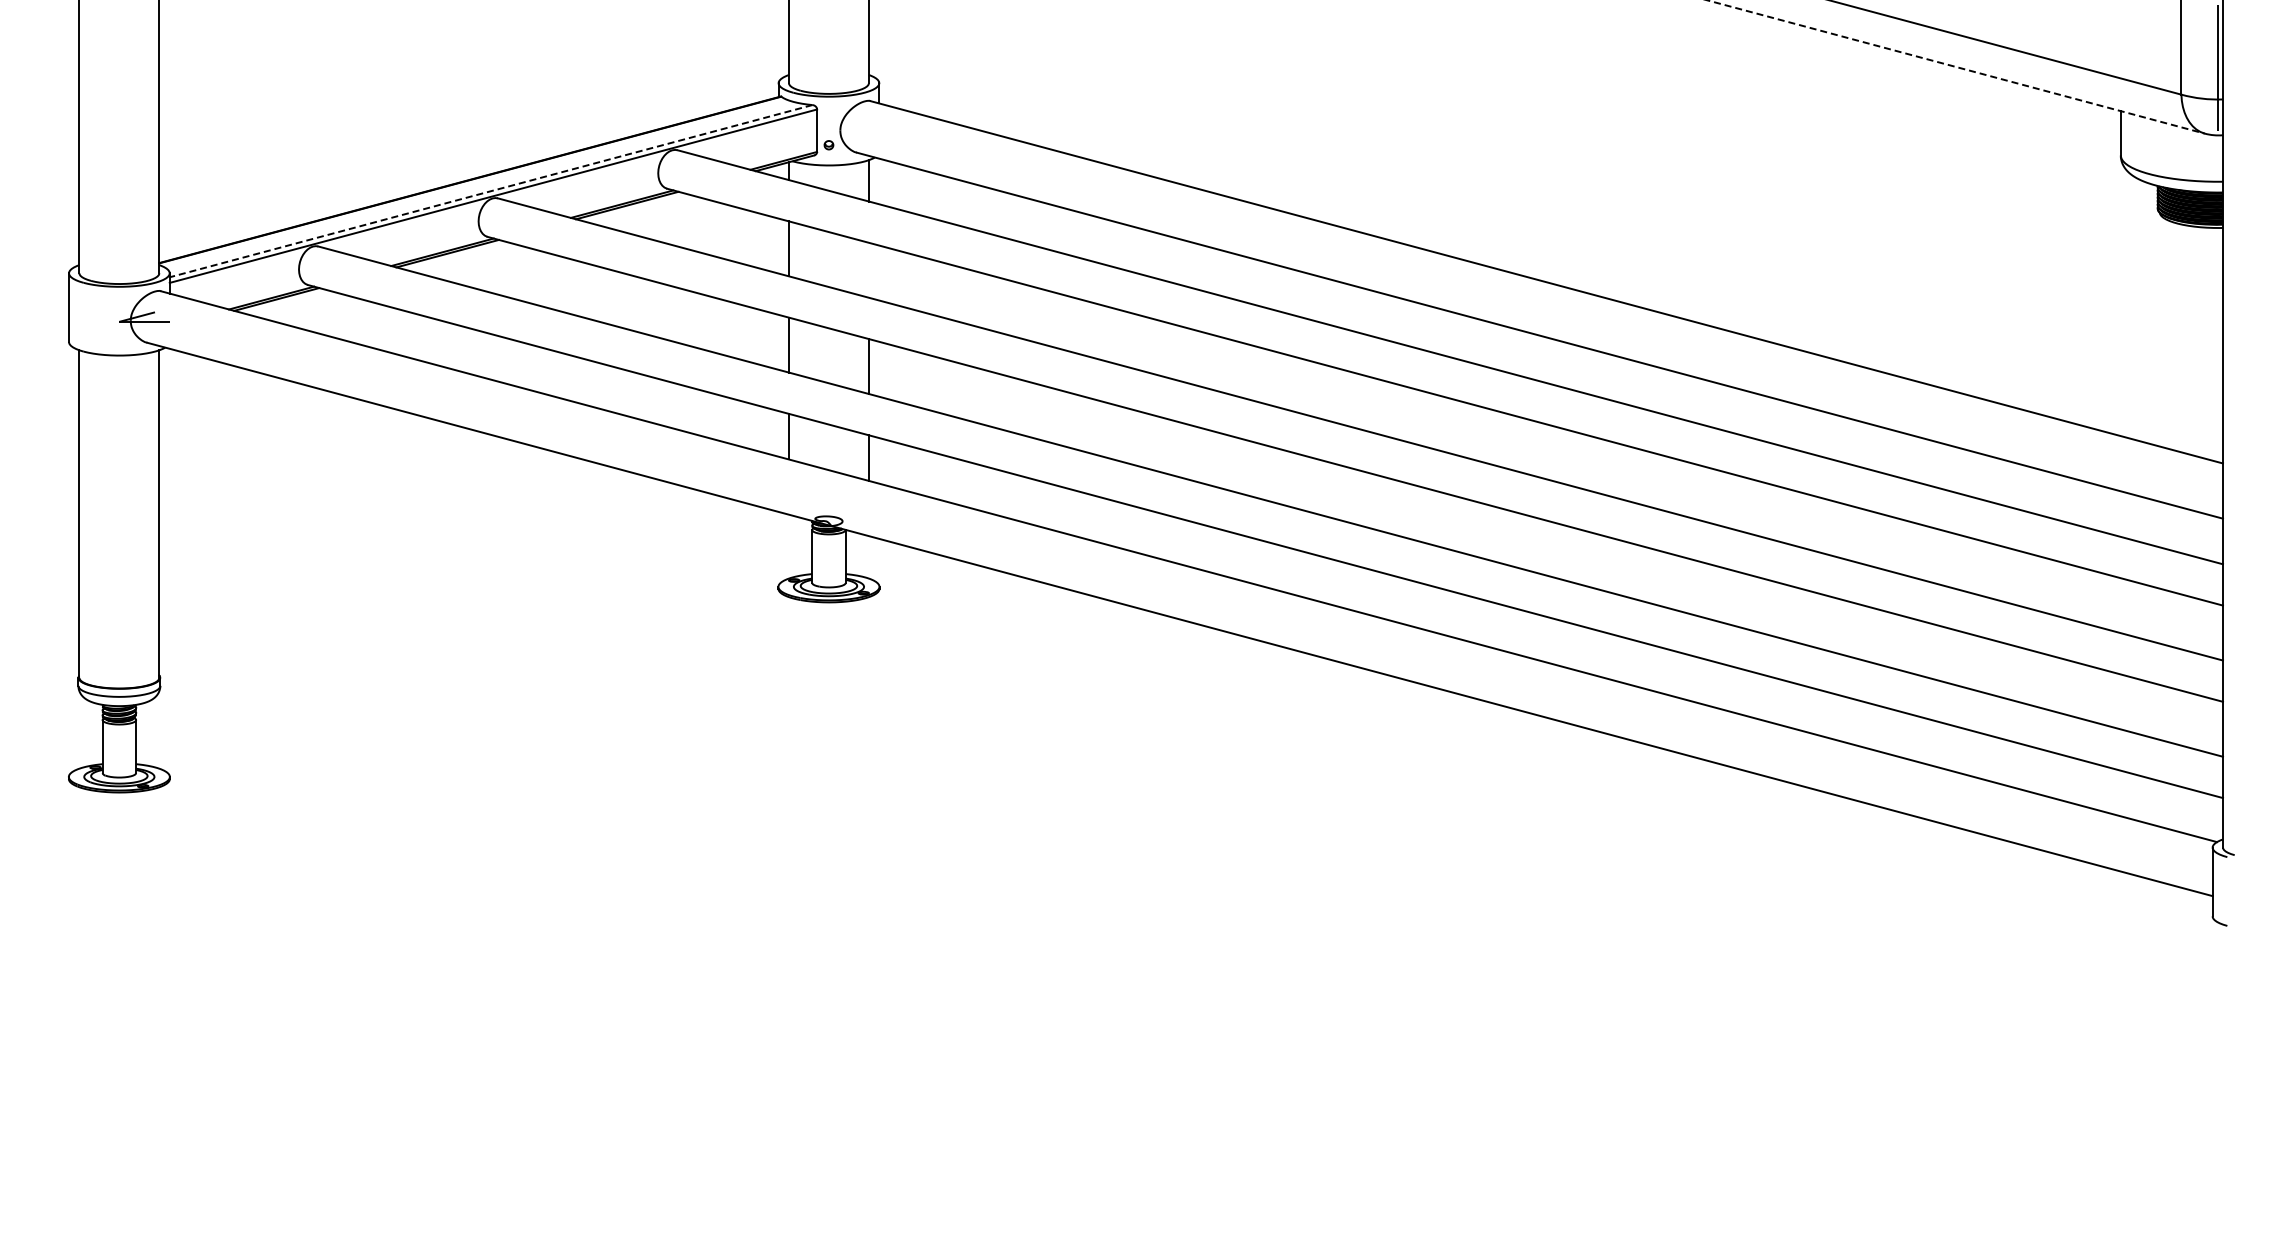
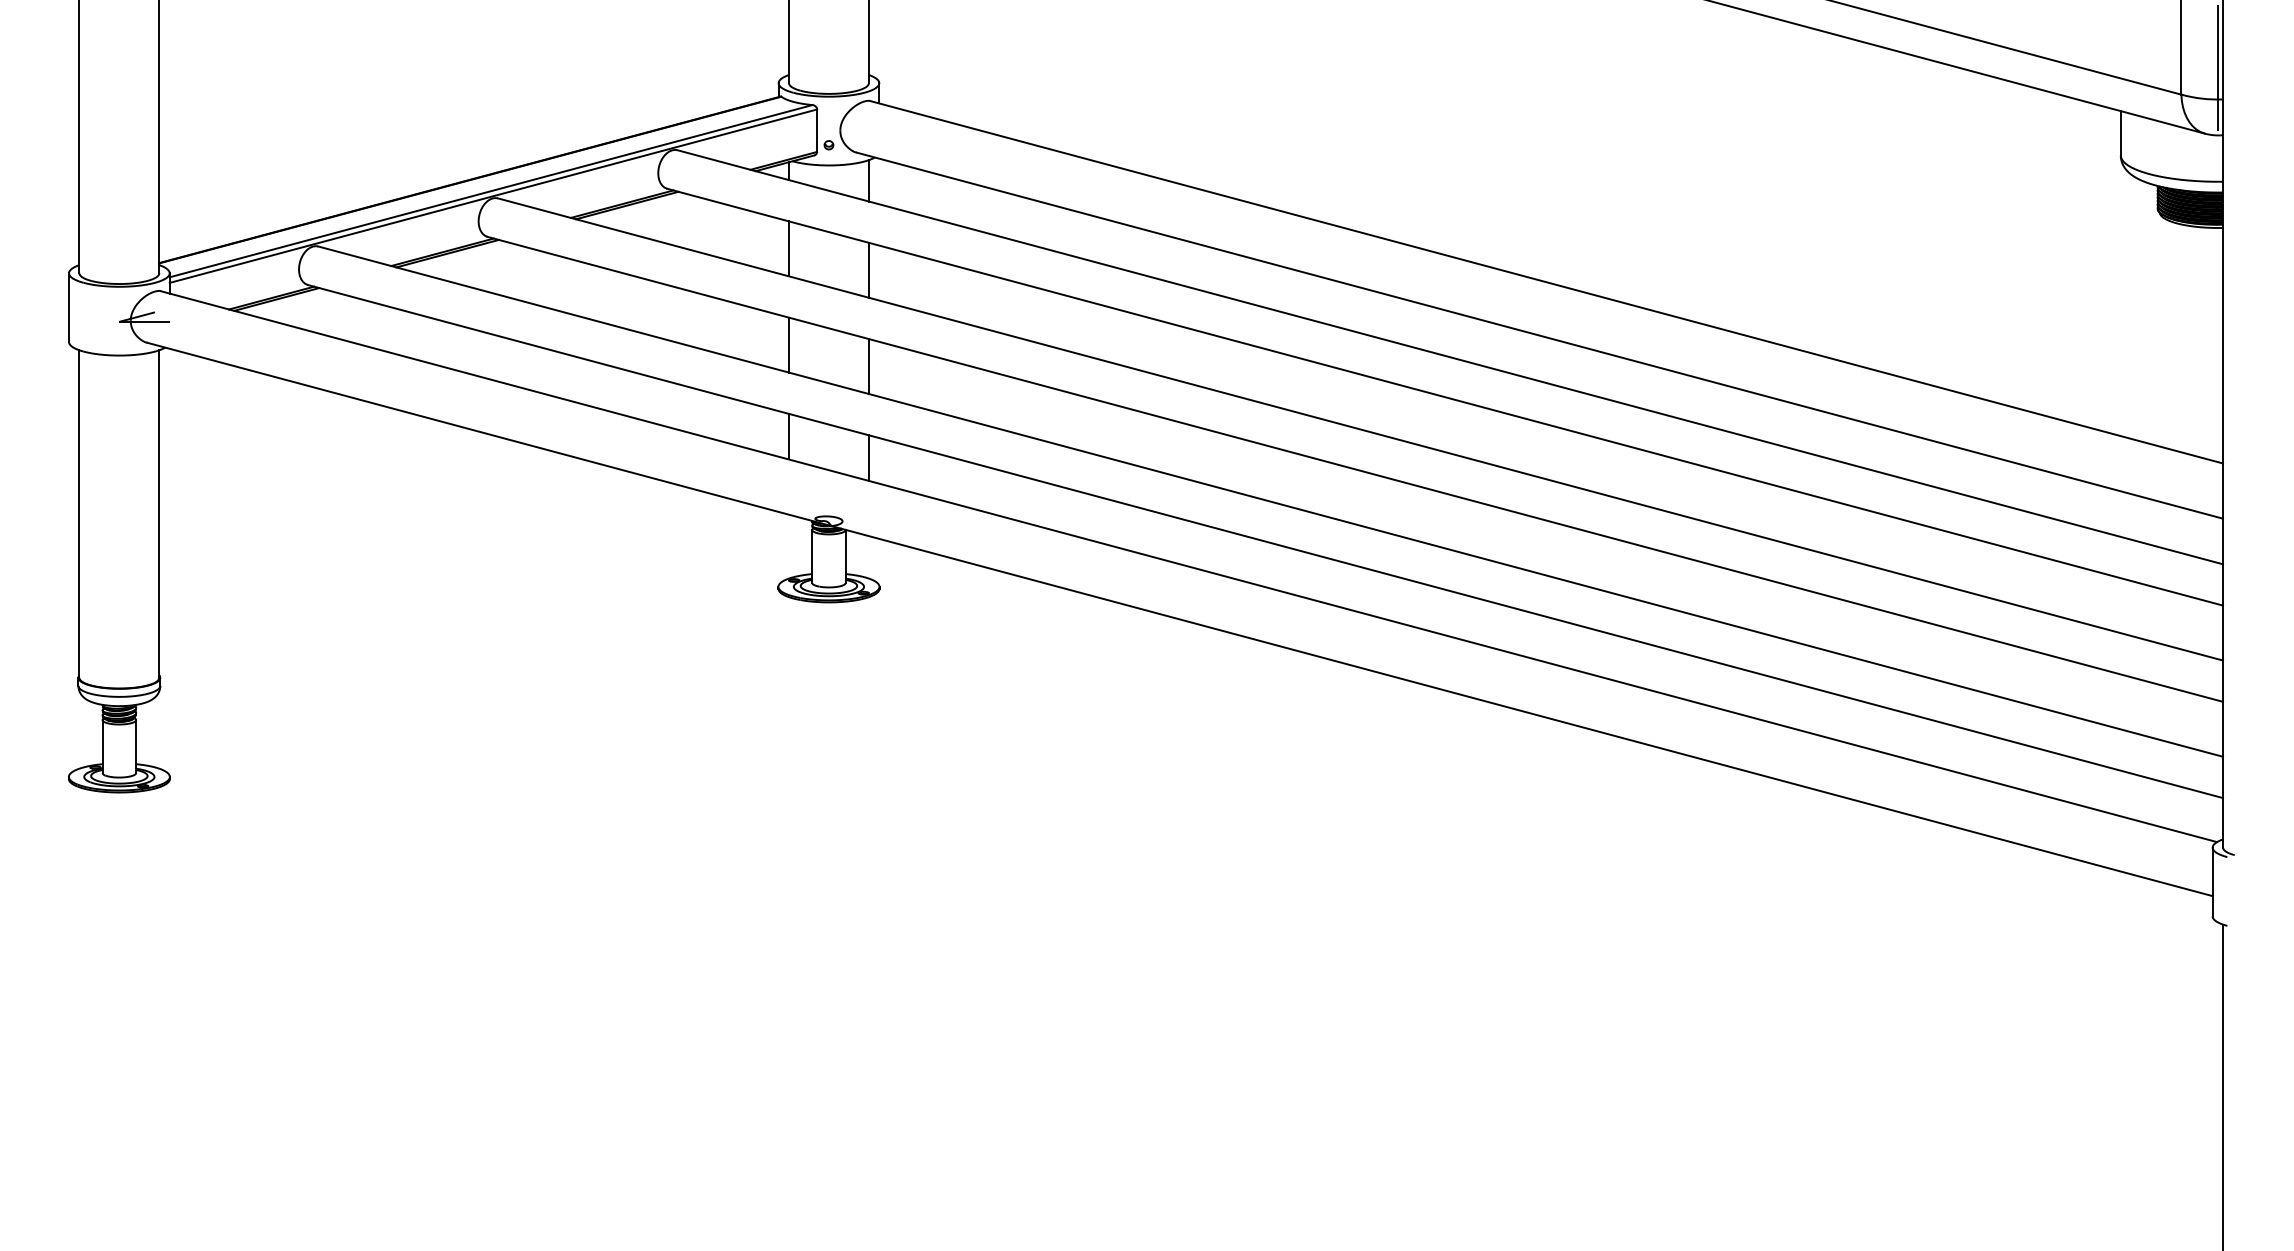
line at (1956, 66): dashed -> solid
line at (491, 191): dashed -> solid
line at (868, 269): none -> present
line at (2222, 1085): none -> present
